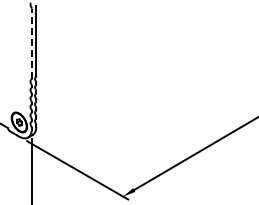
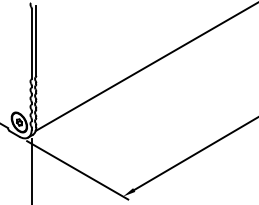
line at (31, 43): dashed -> solid
line at (145, 67): none -> present
